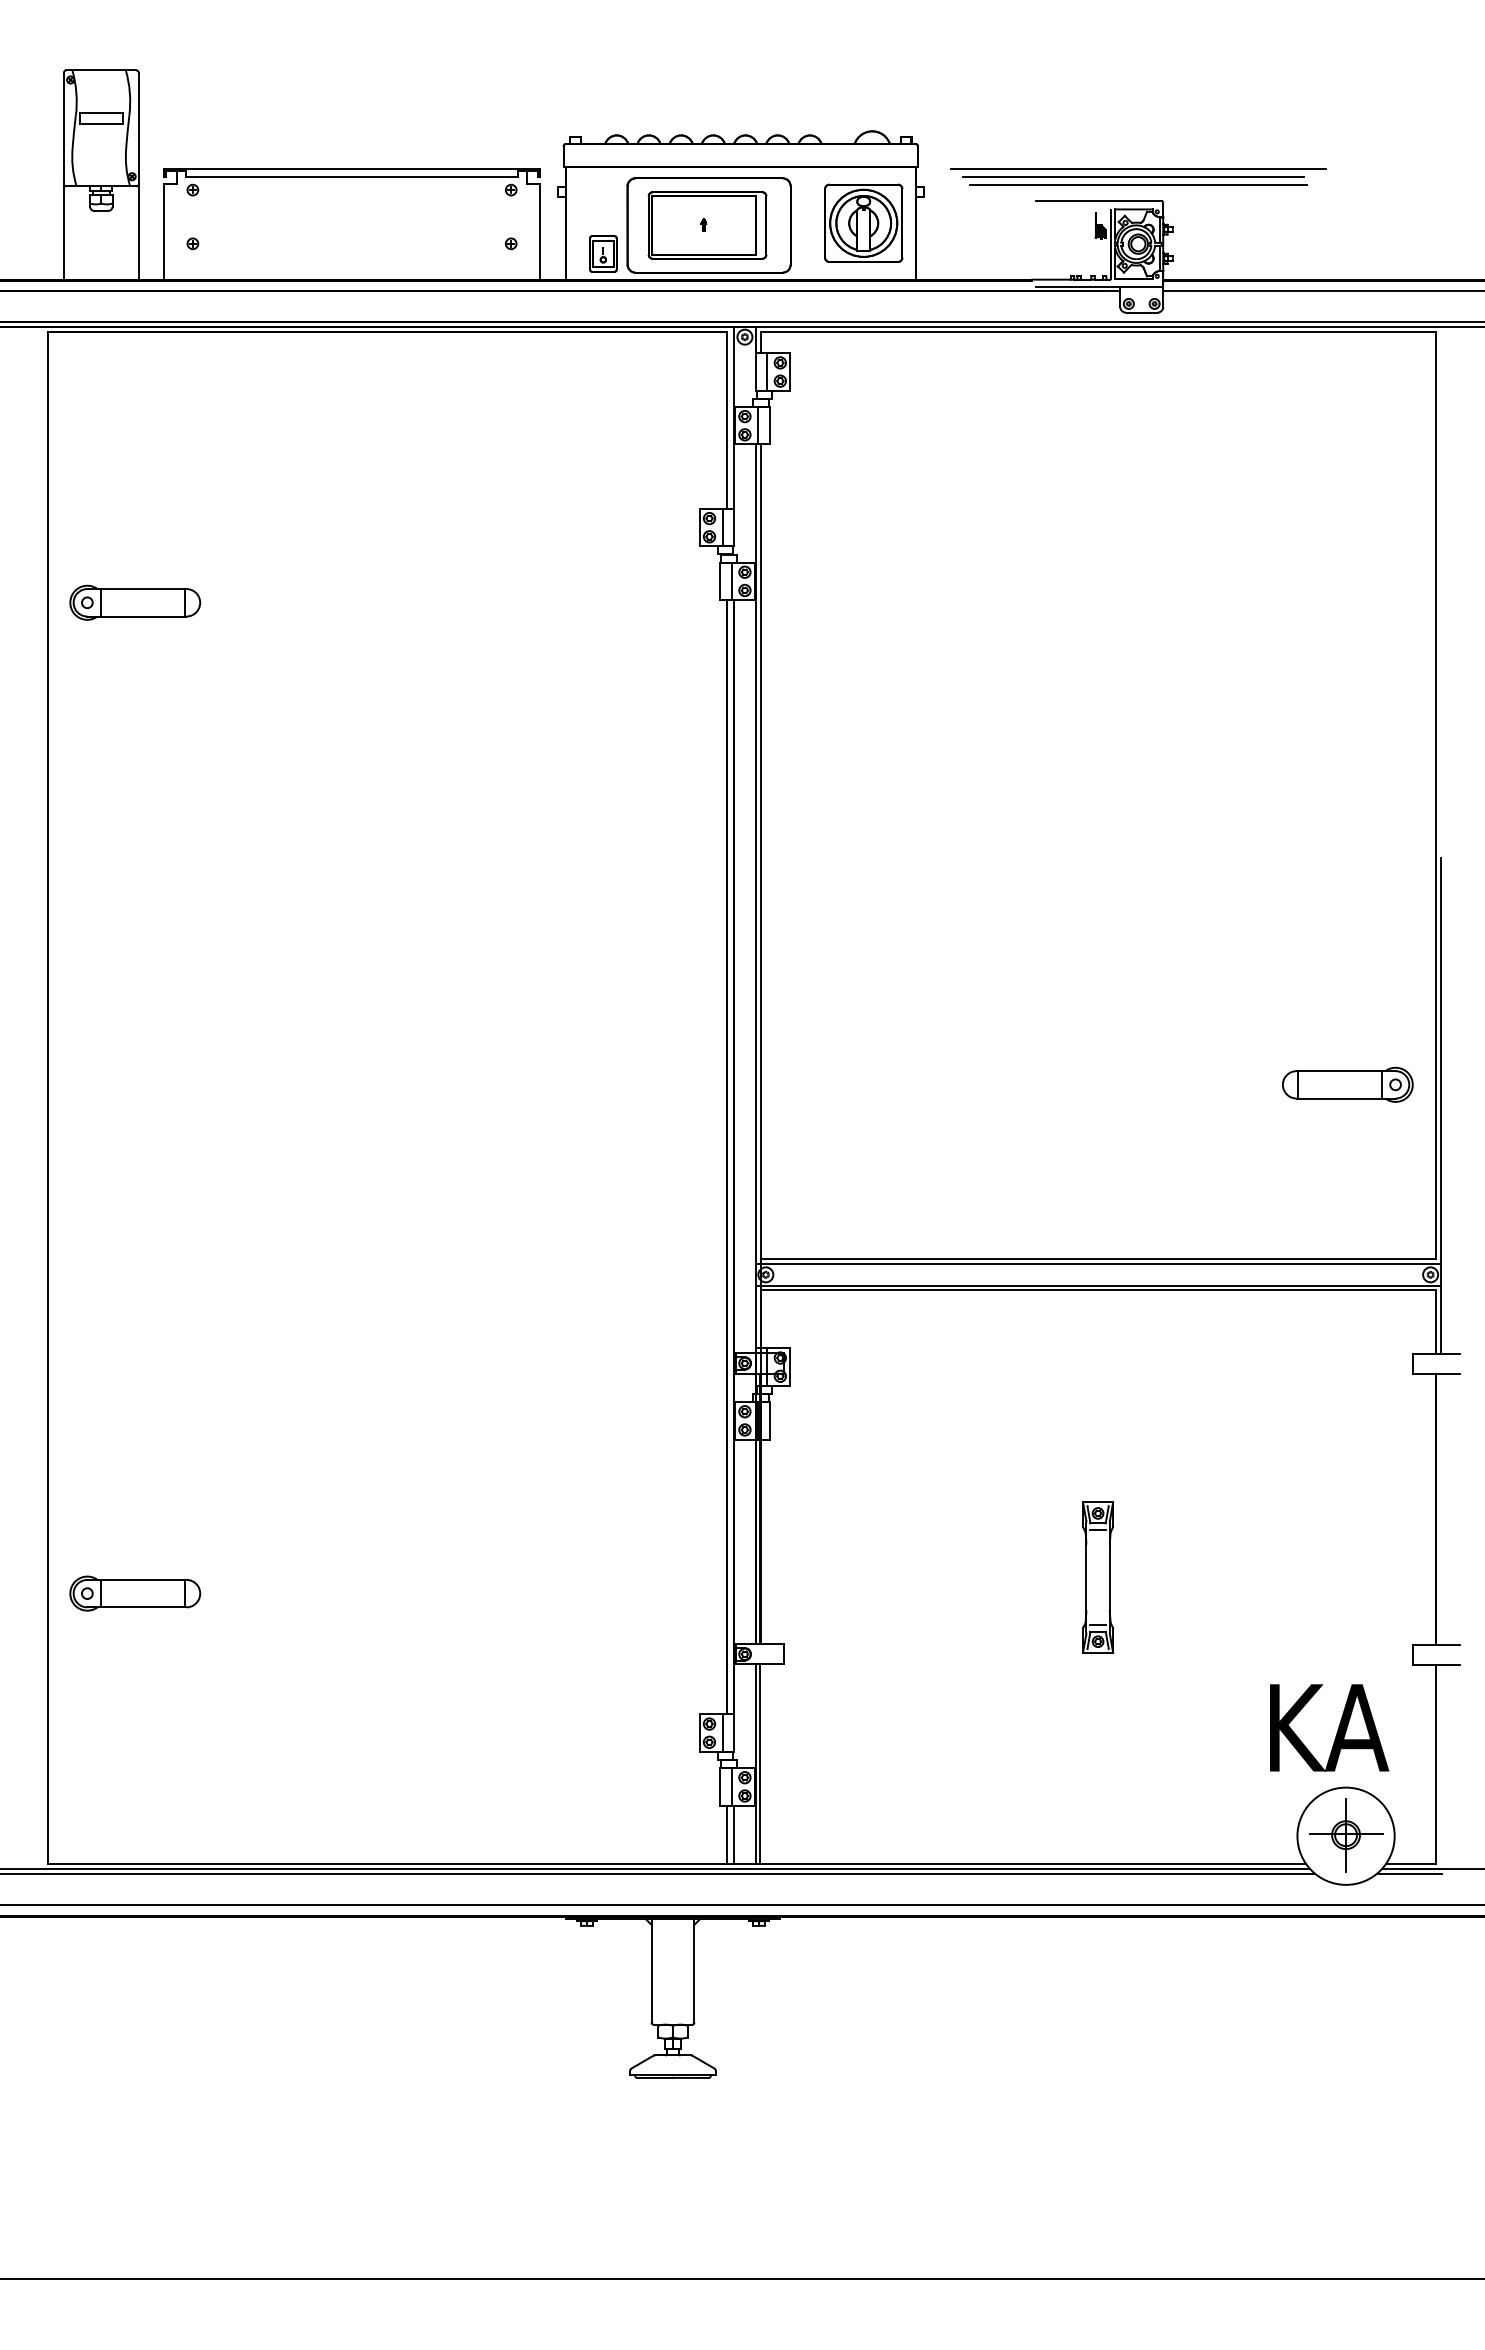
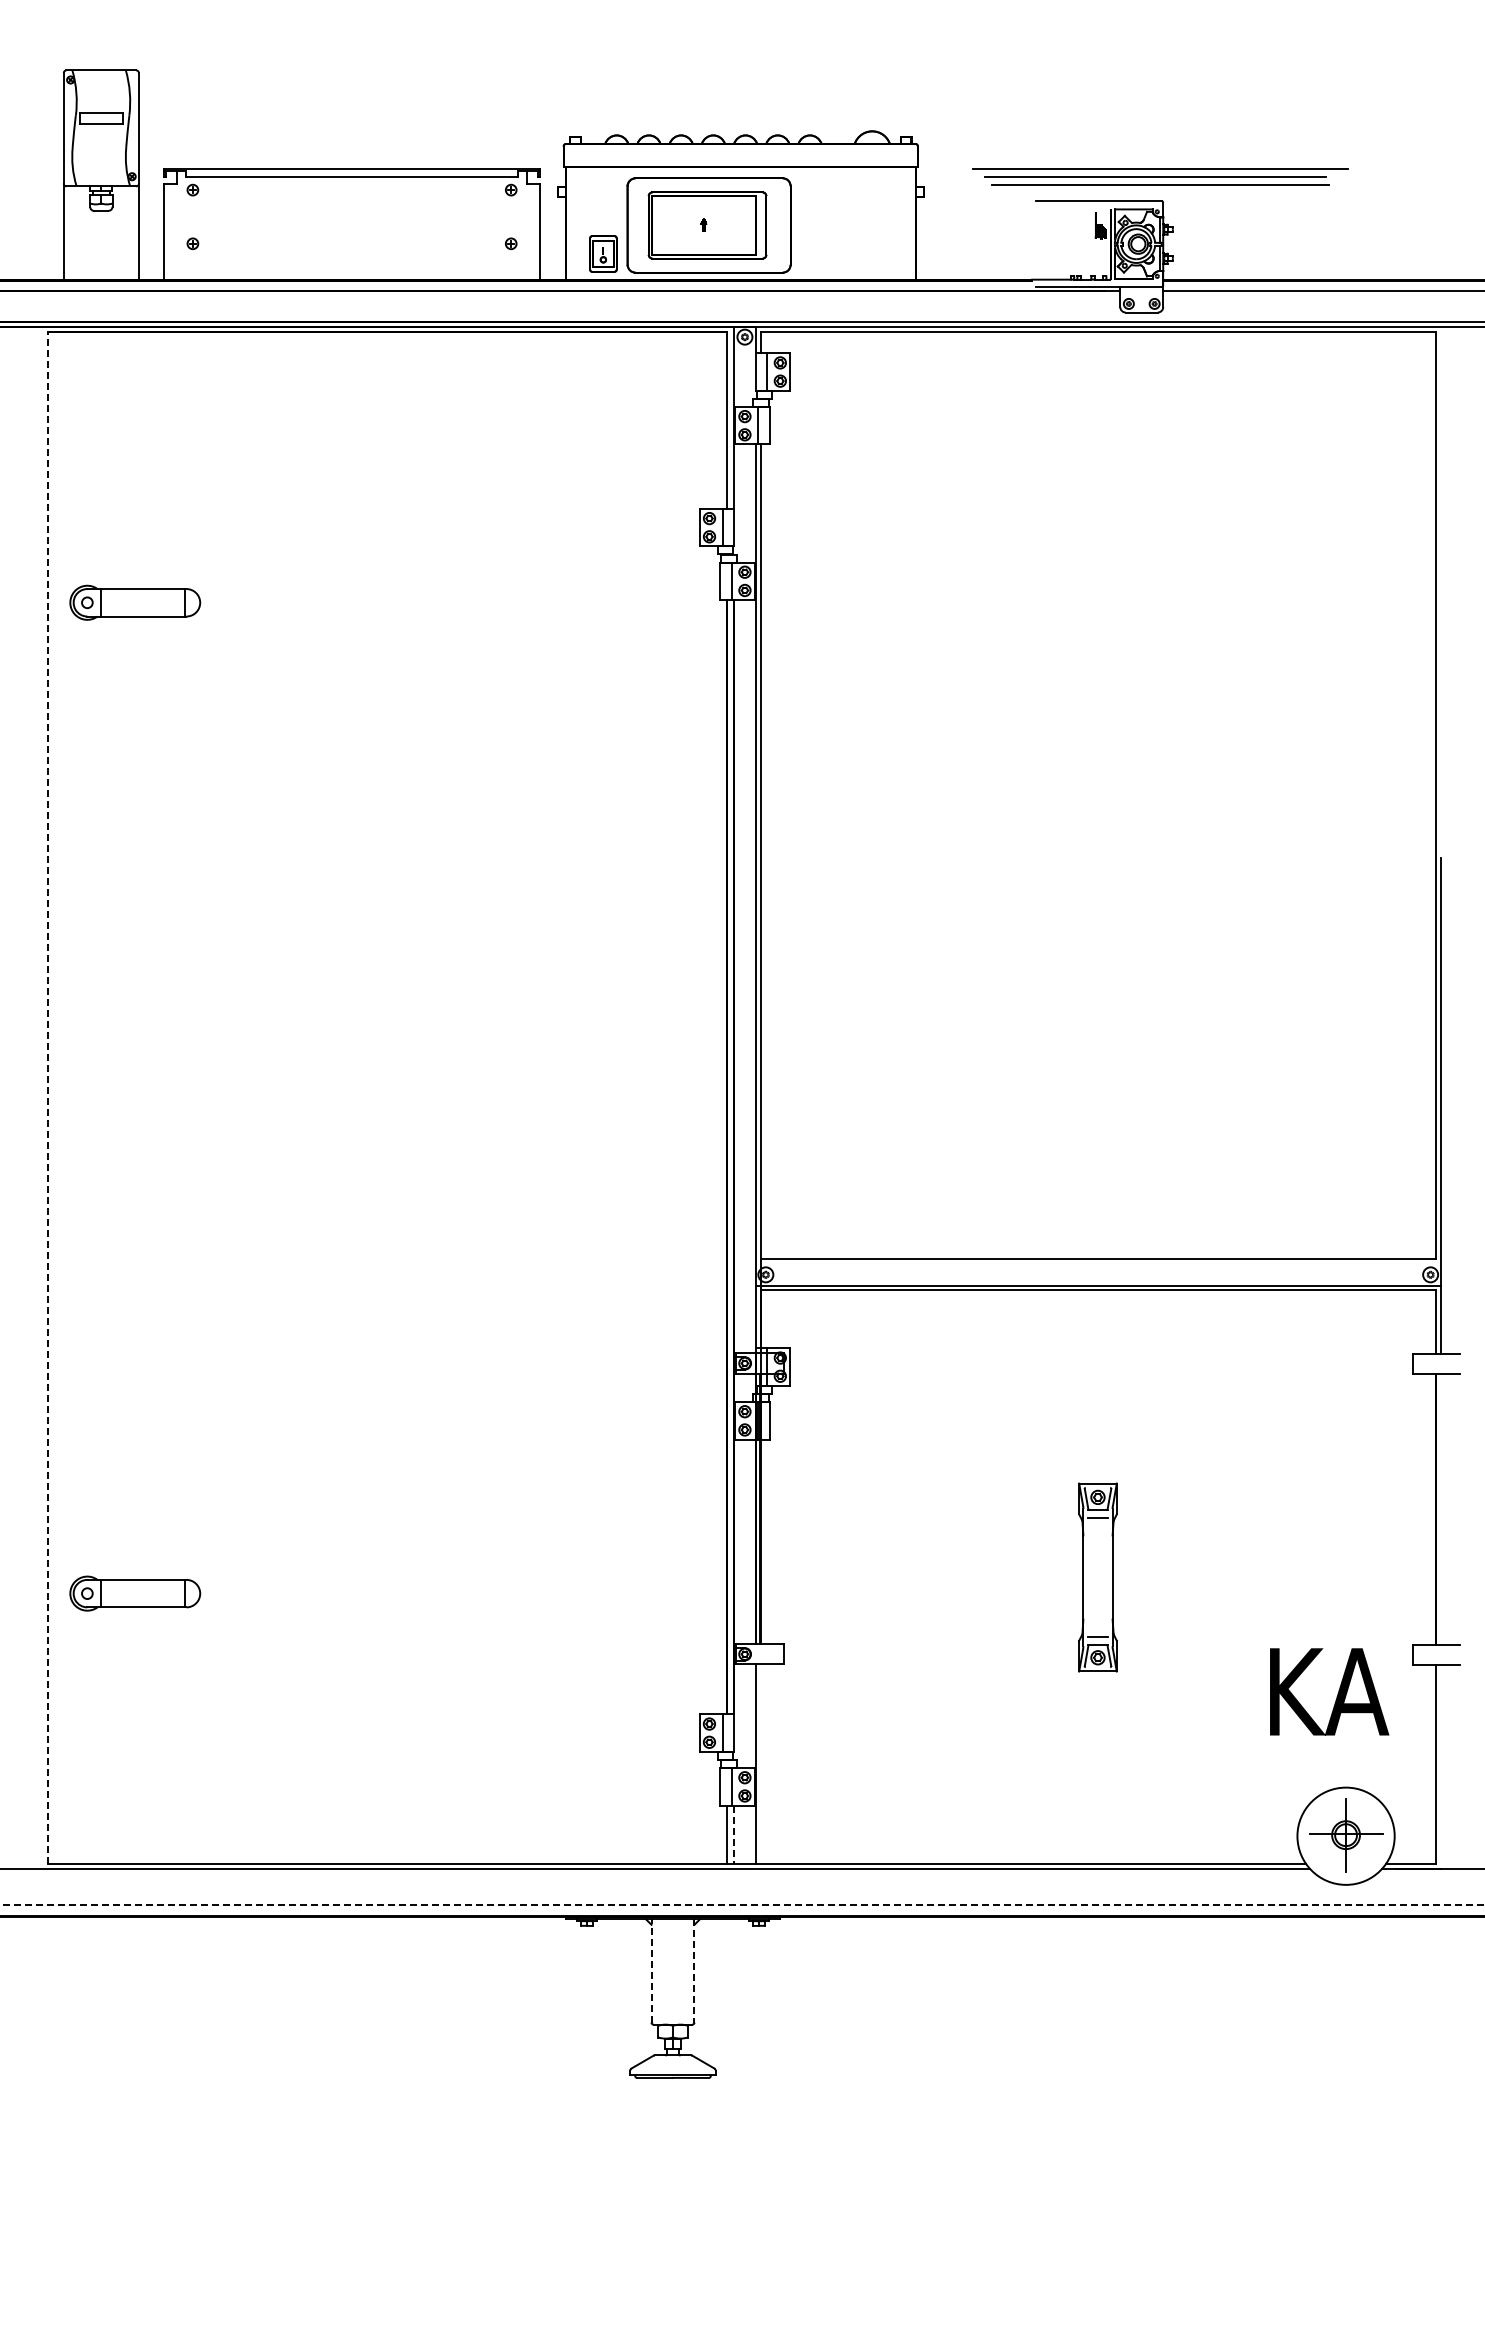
part at (1138, 176) position: (1138, 176) -> (1160, 176)
part at (863, 222): present -> none
part at (1347, 1084): present -> none
line at (47, 1097): solid -> dashed
line at (1097, 1264): present -> none
part at (1098, 1577) size: 33x153 px -> 40x191 px
text at (1329, 1727) position: (1329, 1727) -> (1329, 1691)
line at (760, 1764): present -> none
line at (734, 1835): solid -> dashed
line at (658, 1874): present -> none
line at (1408, 1874): present -> none
line at (742, 1905): solid -> dashed
line at (651, 1970): solid -> dashed
line at (694, 1970): solid -> dashed
line at (741, 2279): present -> none
